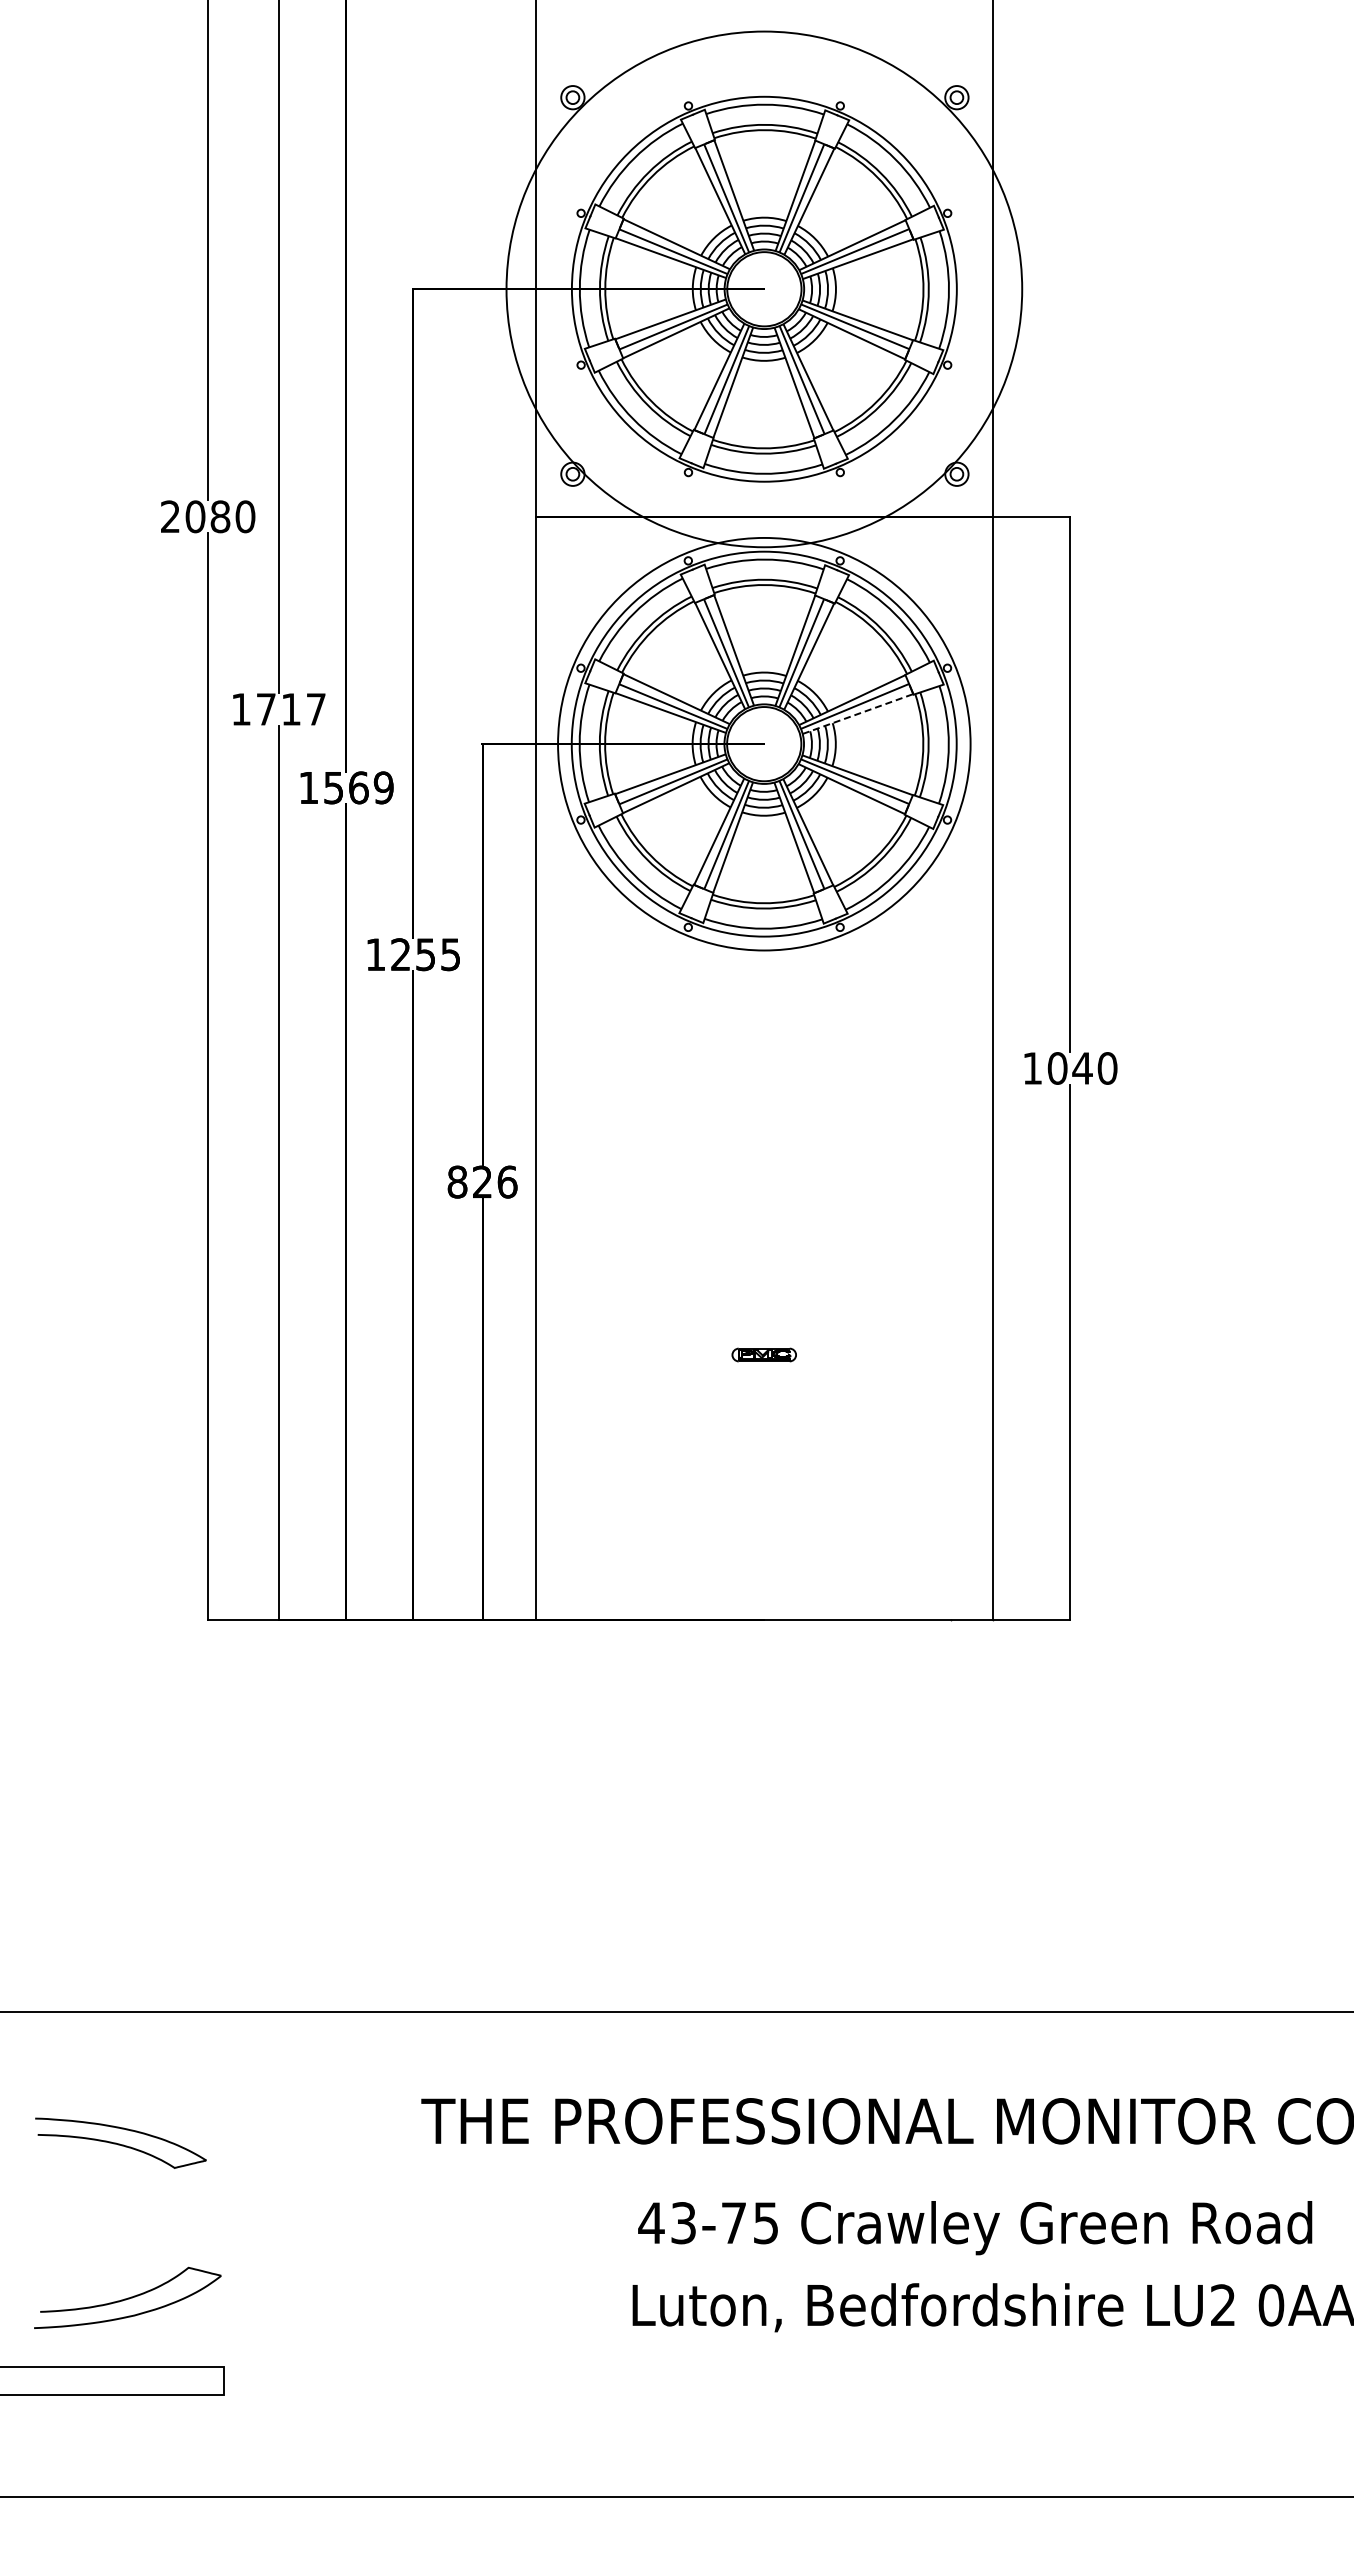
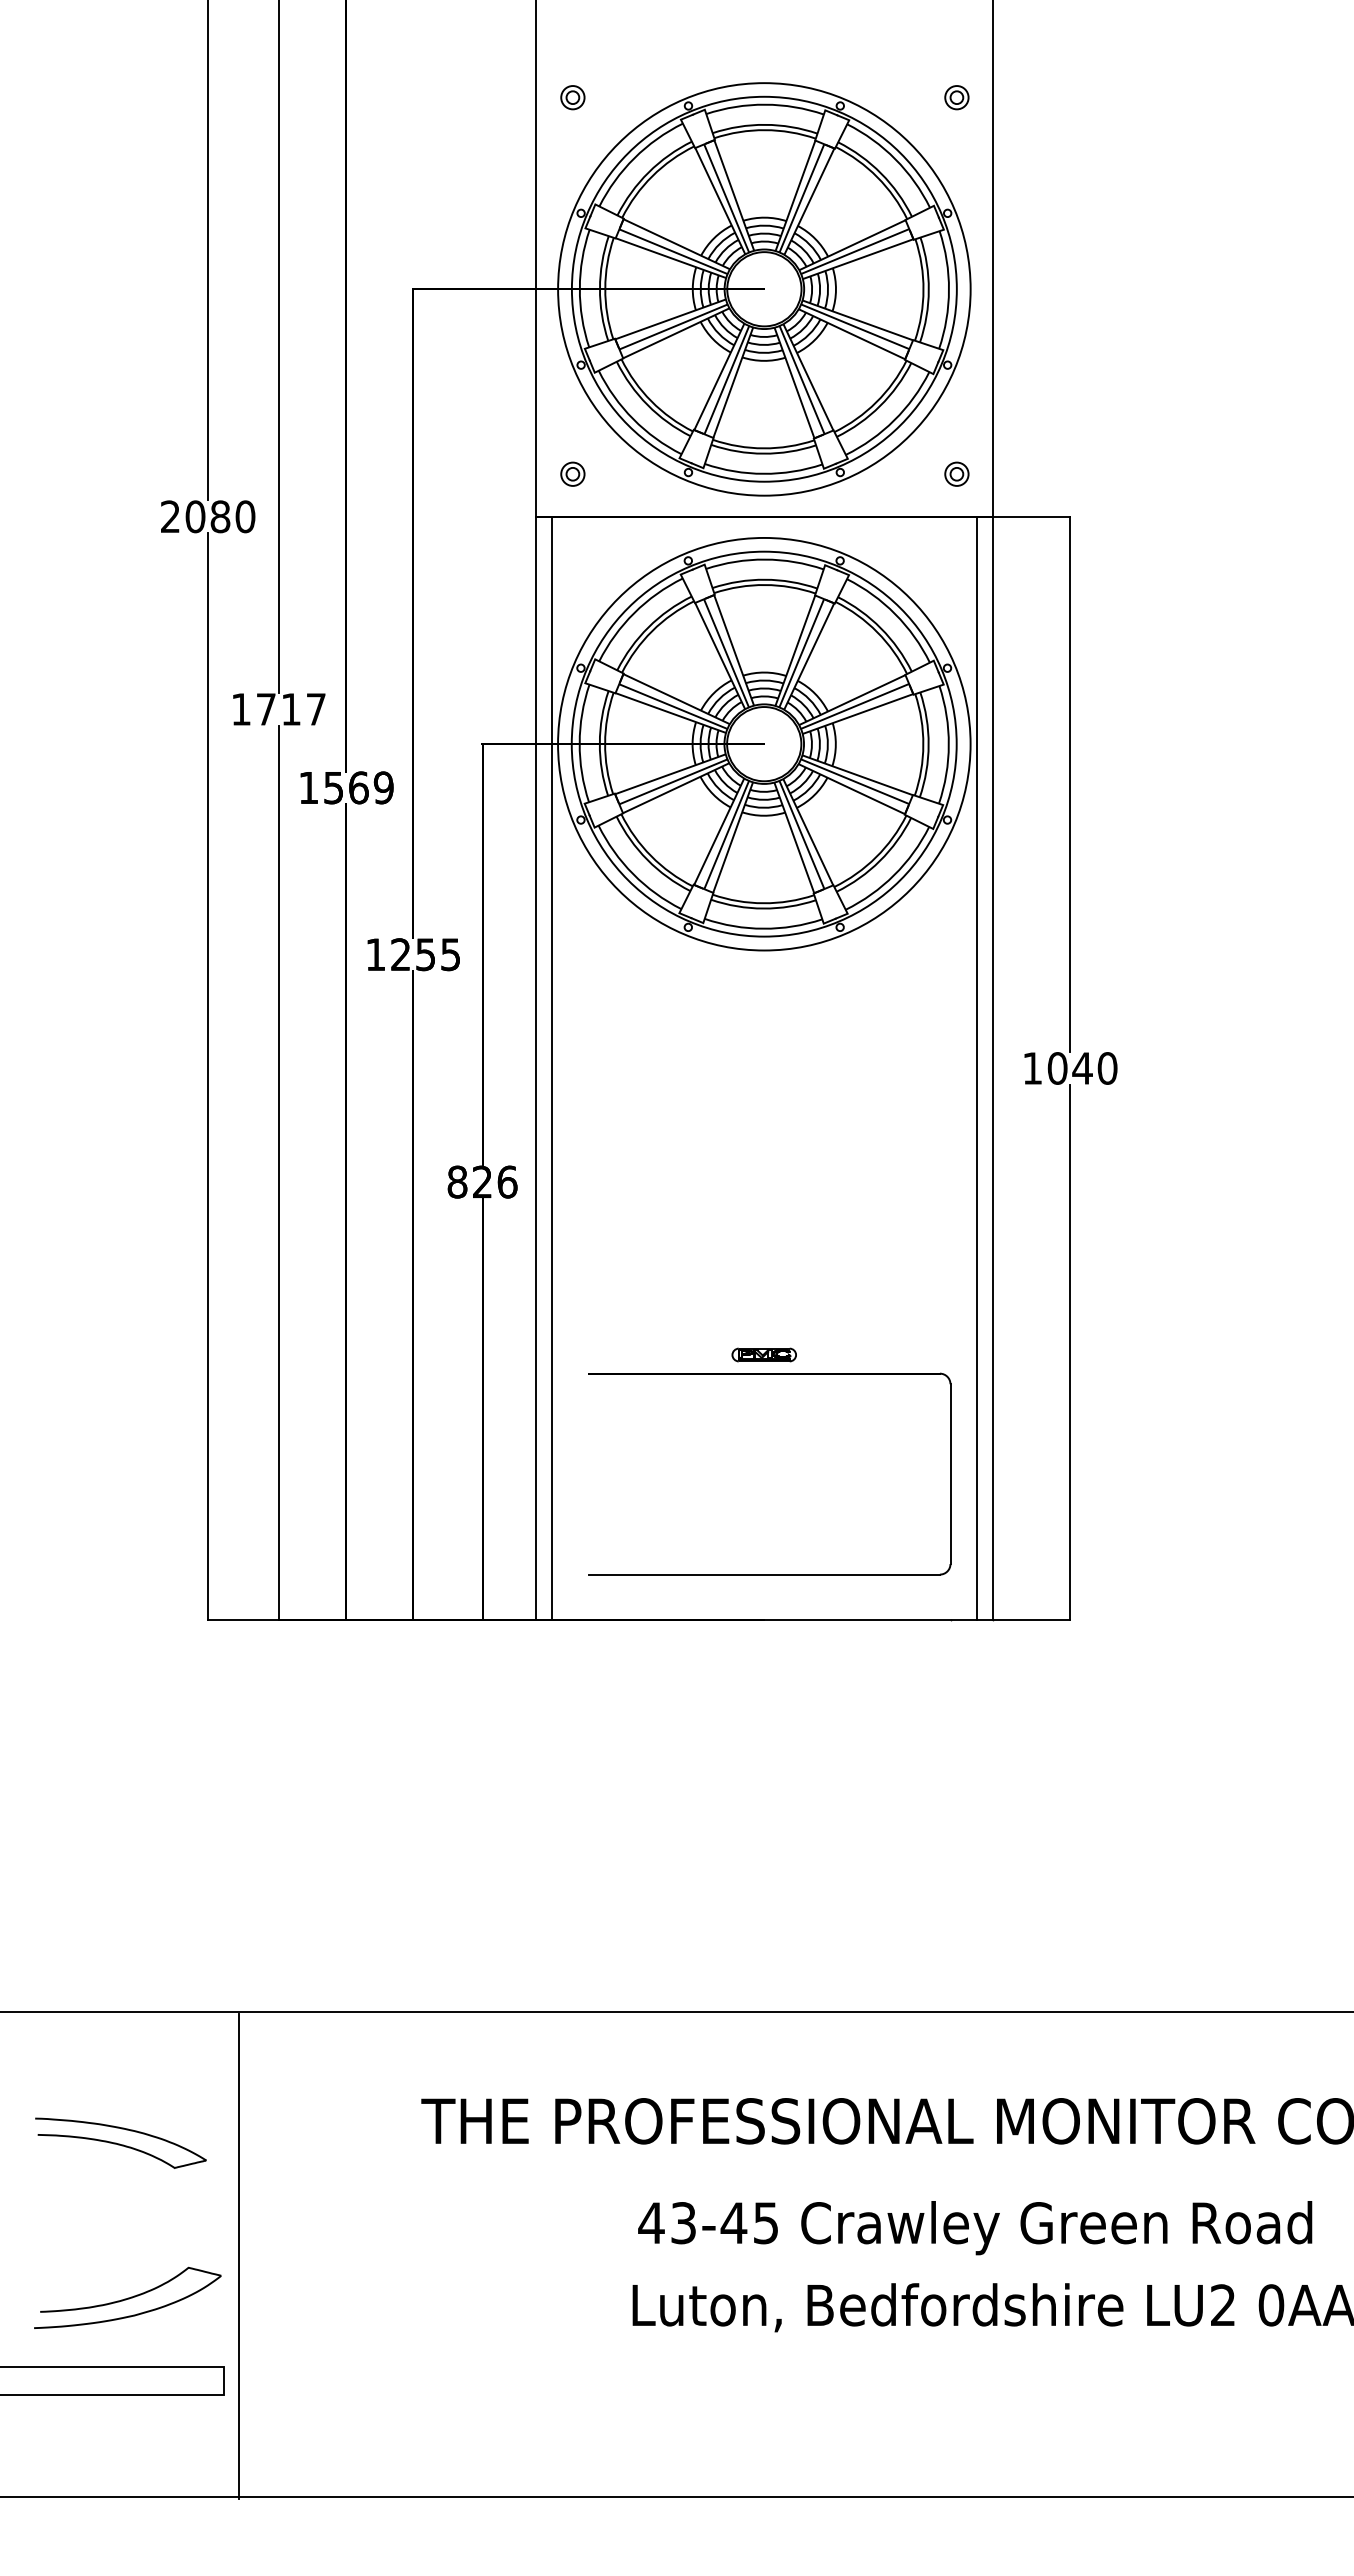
circle at (764, 289) diameter: 516 px -> 413 px
line at (858, 714): dashed -> solid
line at (551, 1068): none -> present
line at (976, 1068): none -> present
part at (769, 1374): none -> present
text at (733, 2222): 43-75 -> 43-45
line at (239, 2255): none -> present
